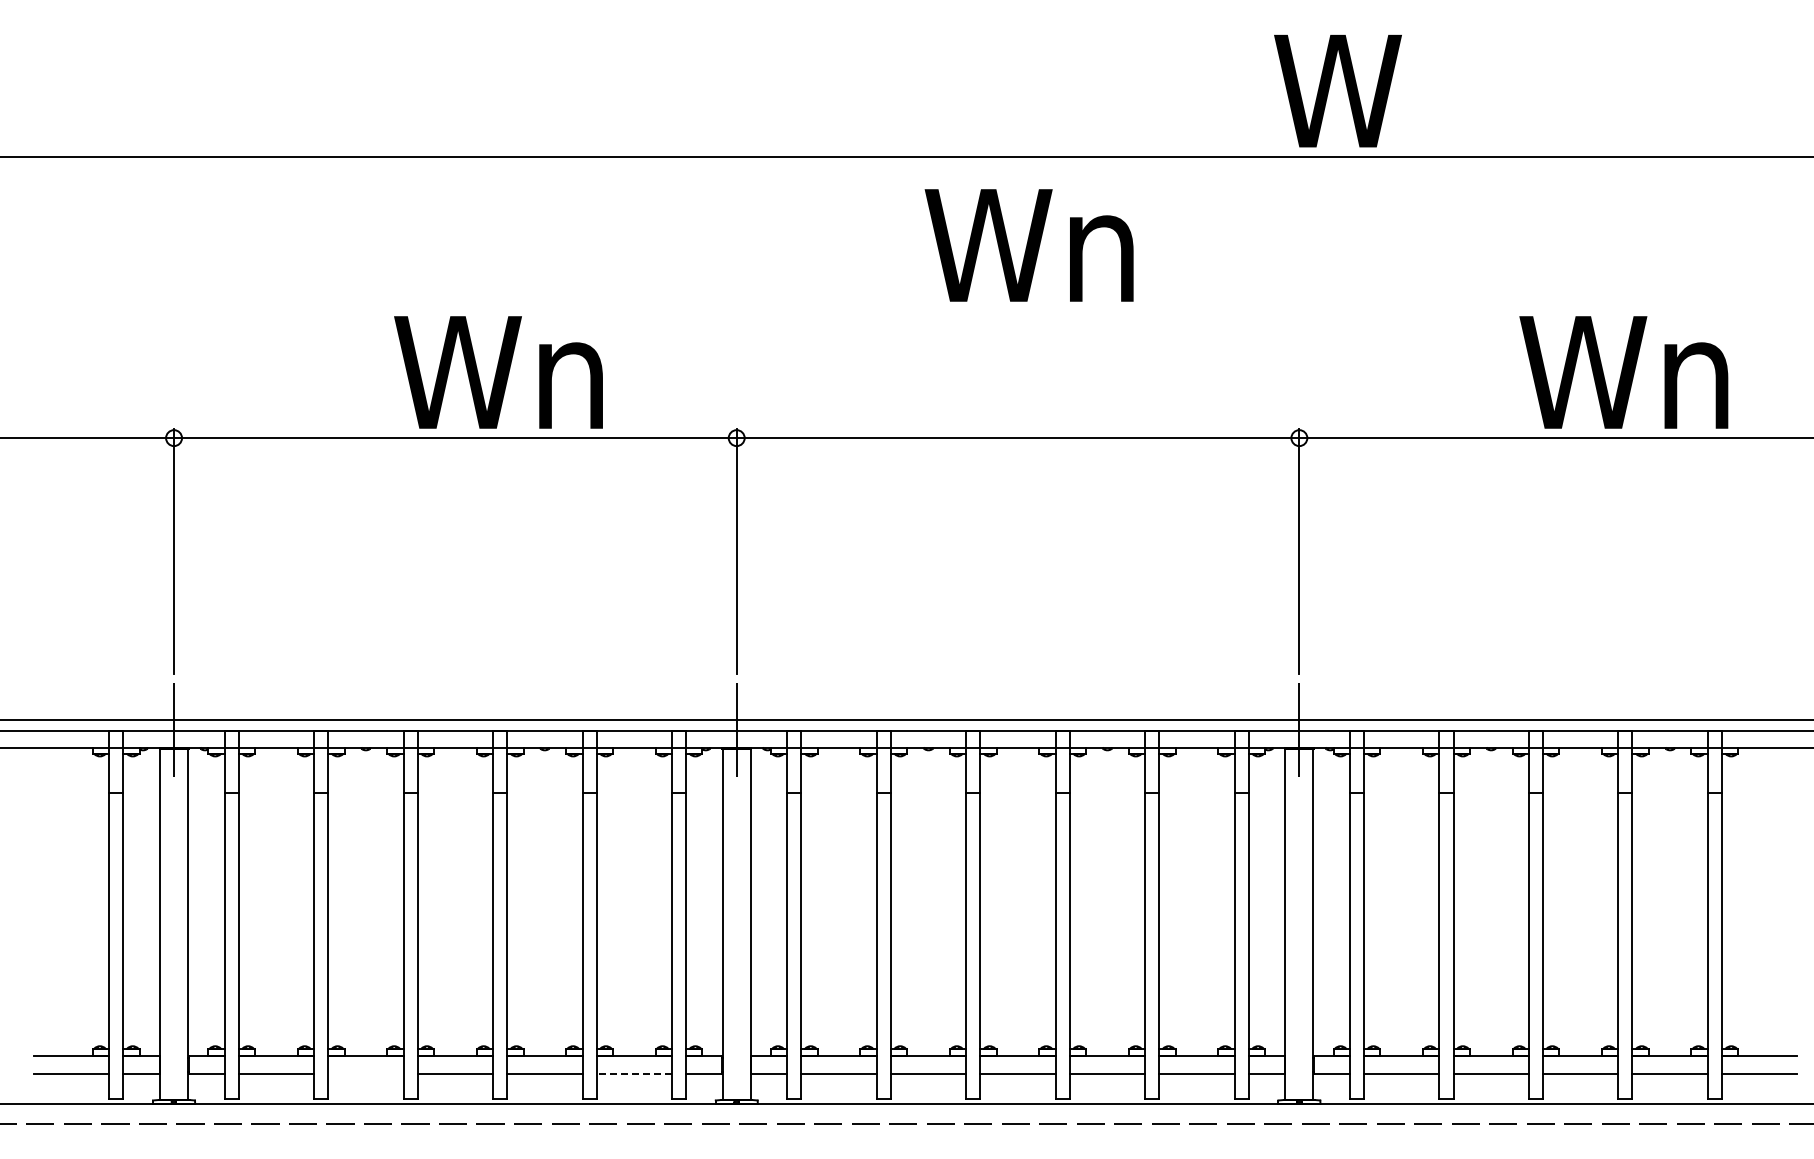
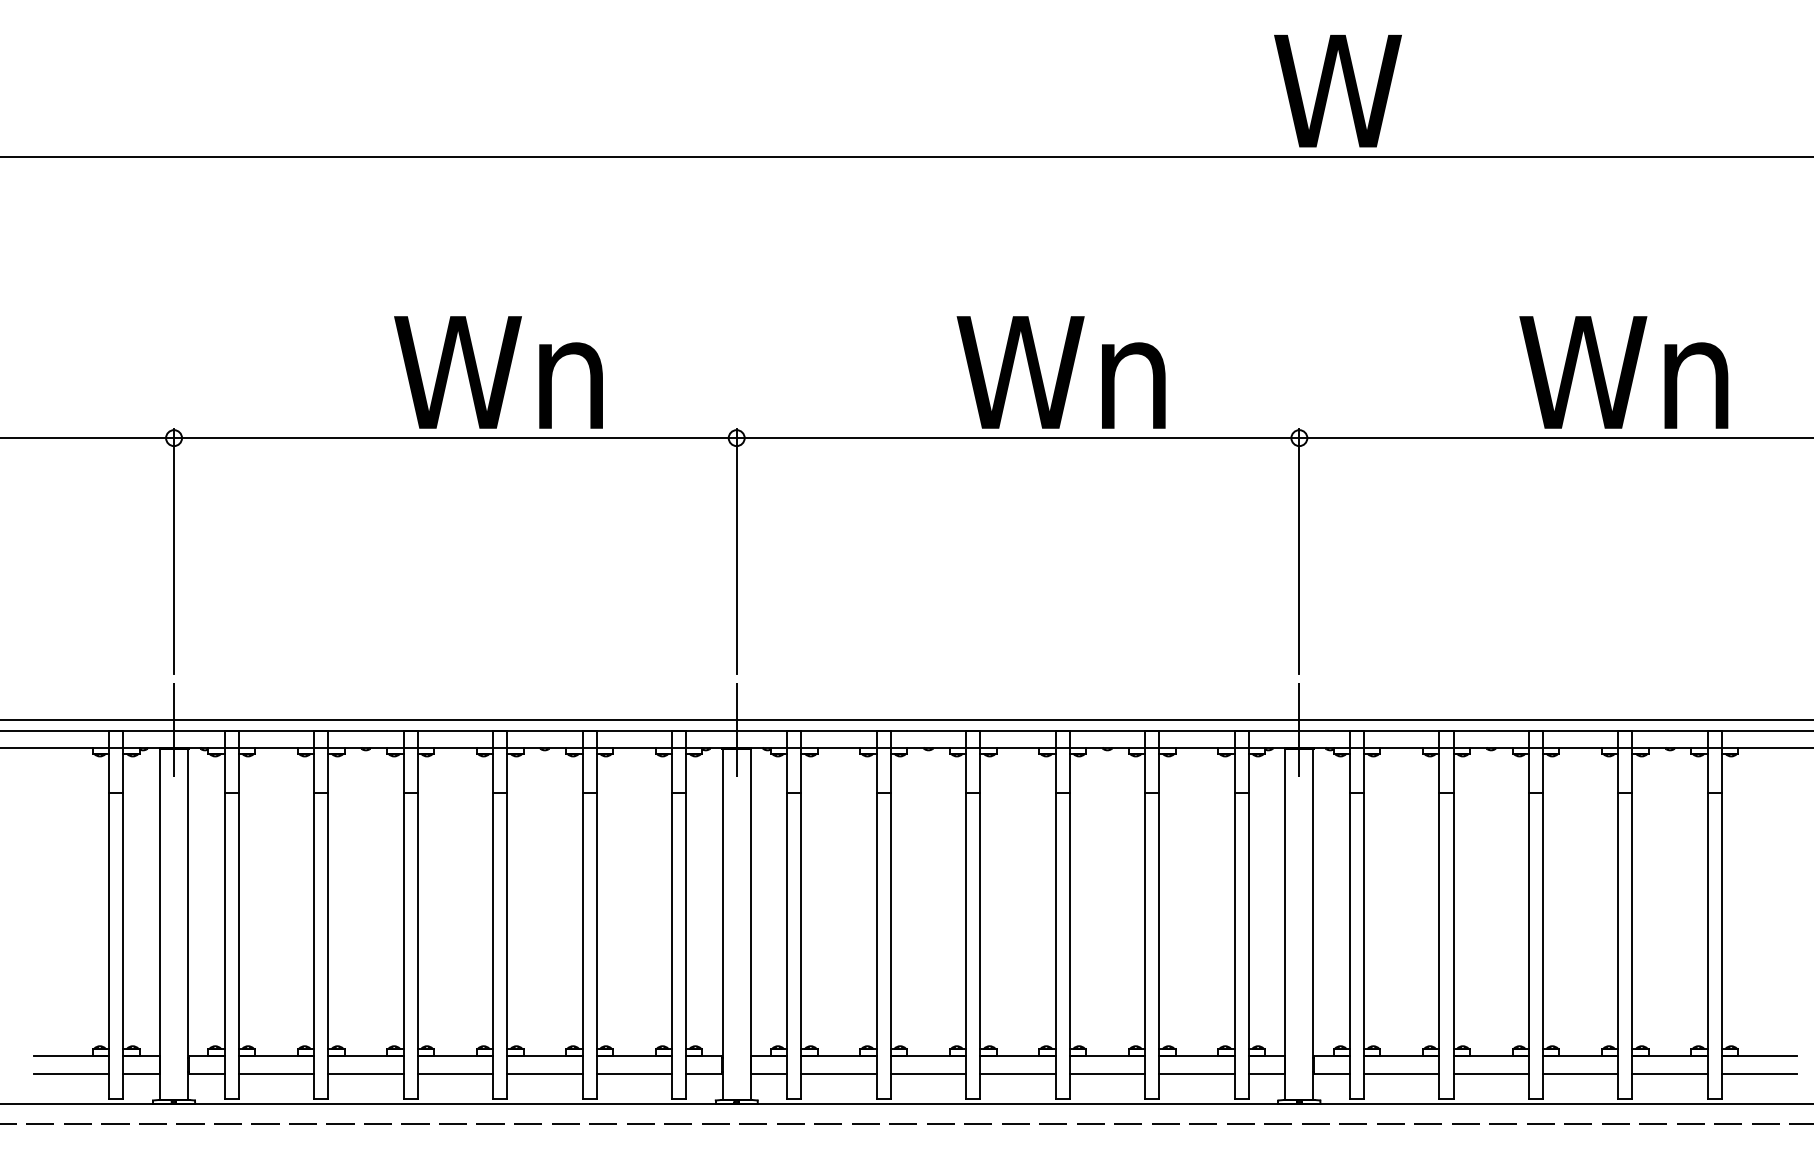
text at (1028, 245) position: (1028, 245) -> (1060, 372)
line at (365, 1074): none -> present
line at (634, 1074): dashed -> solid
